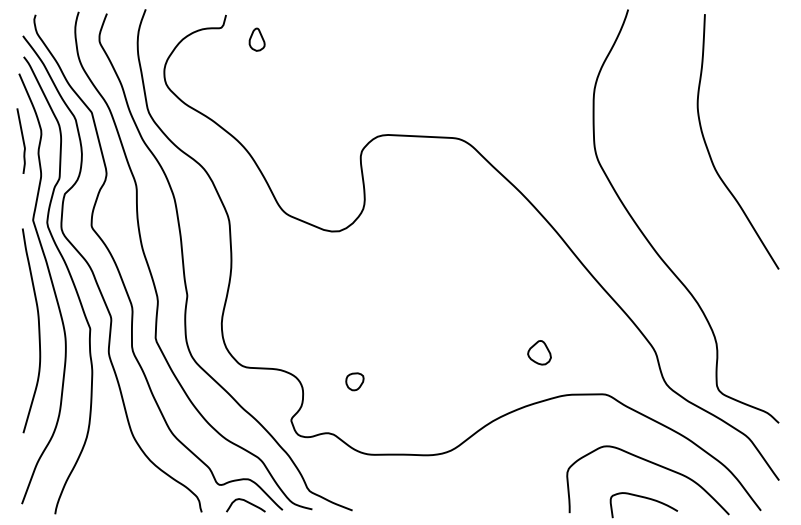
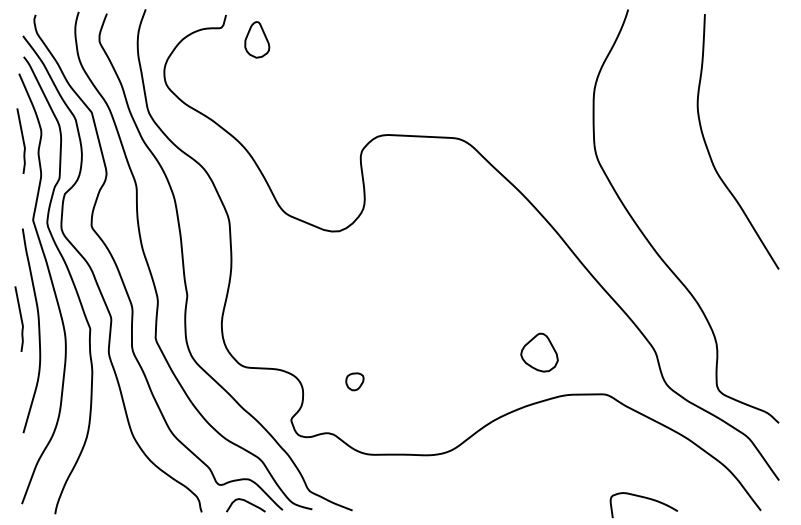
part at (256, 39) size: 18x25 px -> 27x38 px
curve at (20, 318): none -> present
part at (539, 352) size: 25x26 px -> 39x41 px
curve at (653, 464): present -> none
